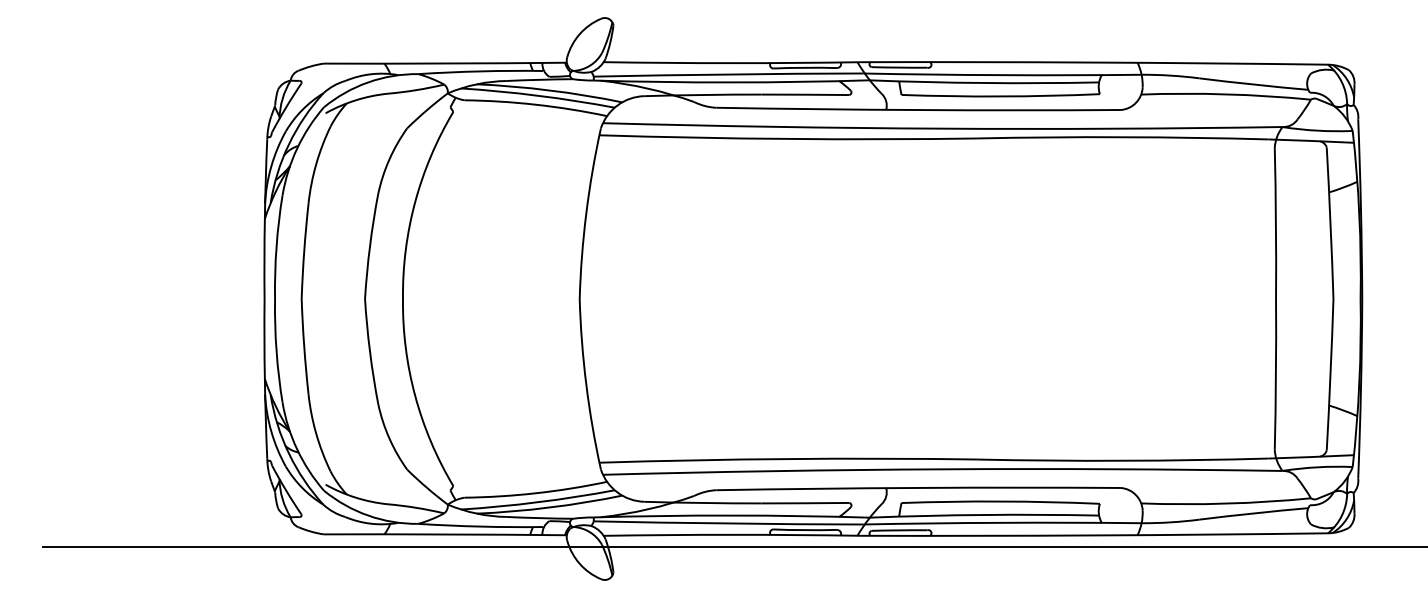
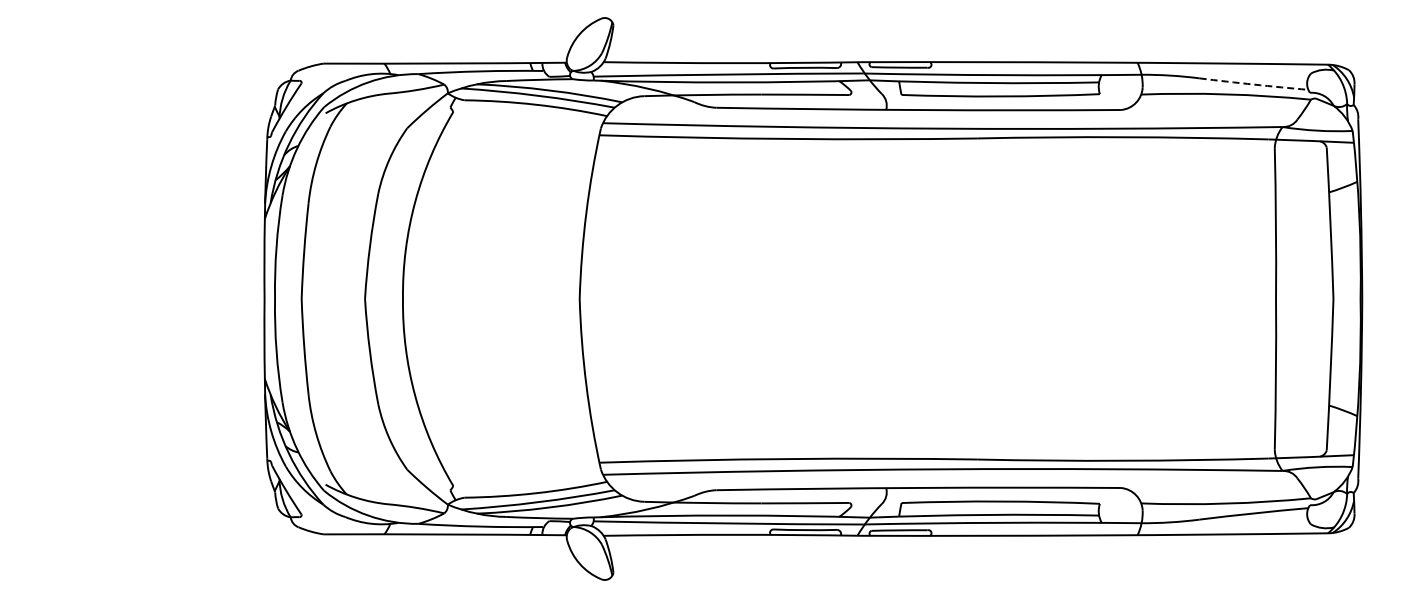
arc at (1253, 84): solid -> dashed
line at (733, 547): present -> none
